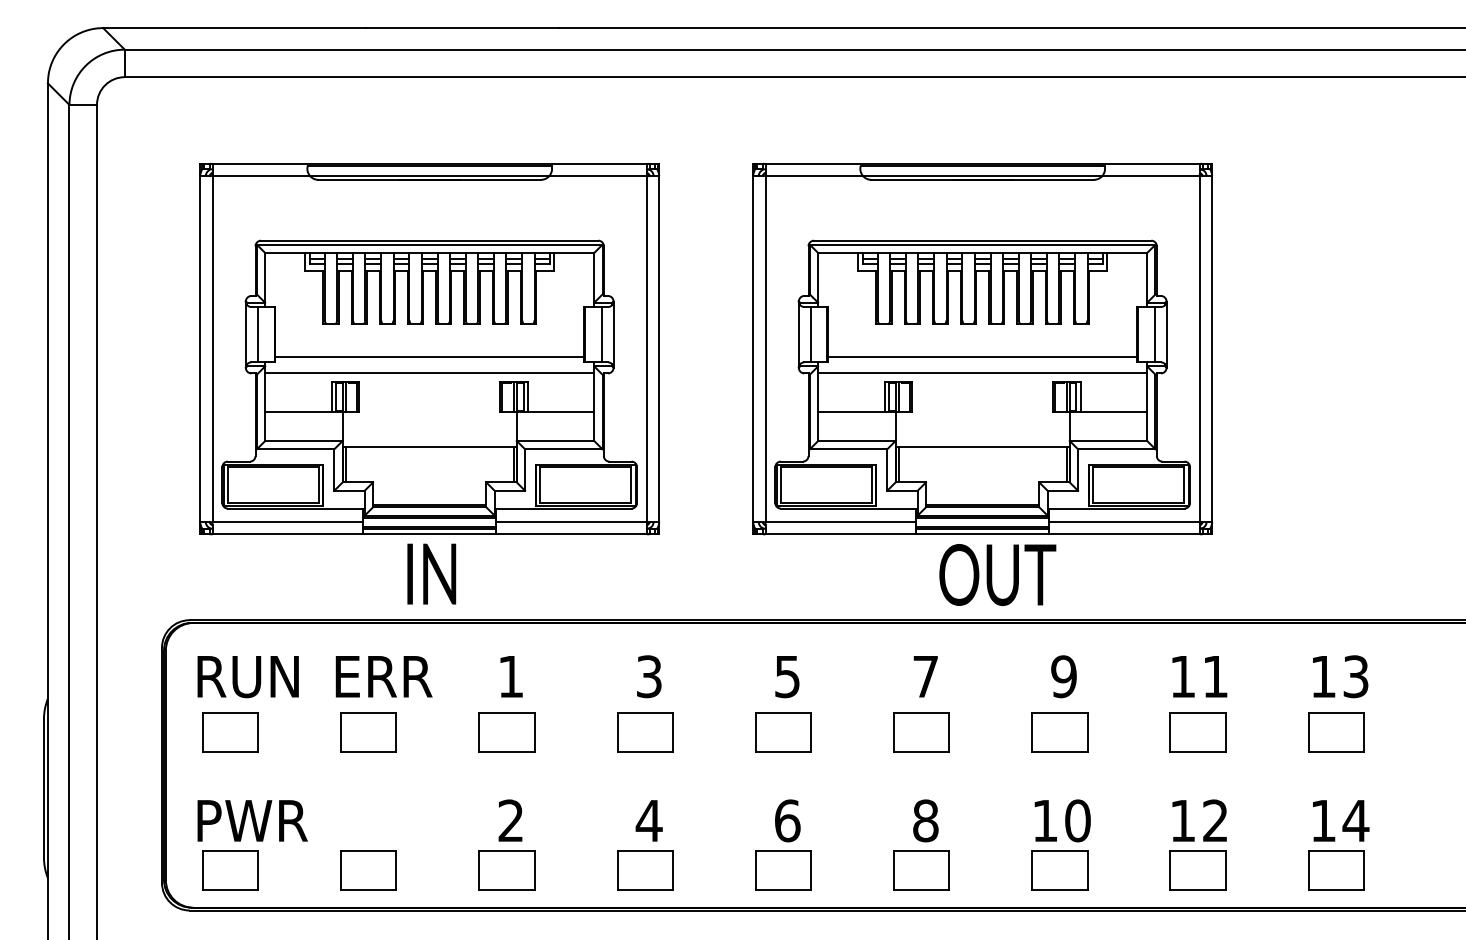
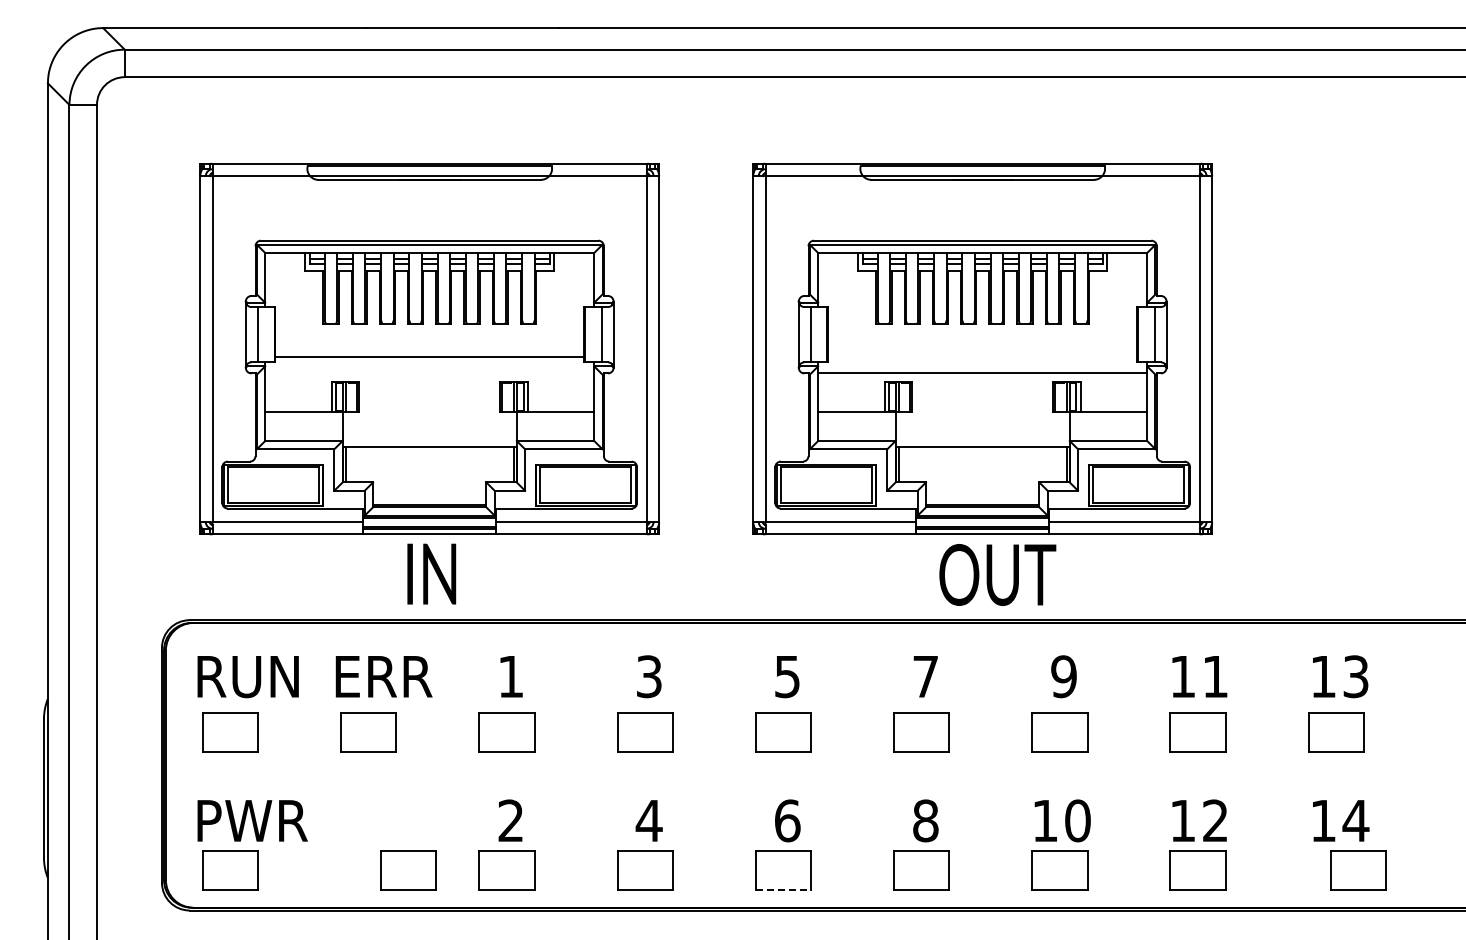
line at (982, 356): present -> none
line at (429, 373): present -> none
part at (368, 870) position: (368, 870) -> (408, 870)
part at (1336, 870) position: (1336, 870) -> (1358, 870)
line at (783, 889): solid -> dashed
